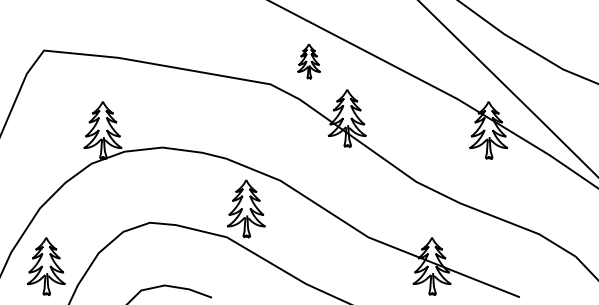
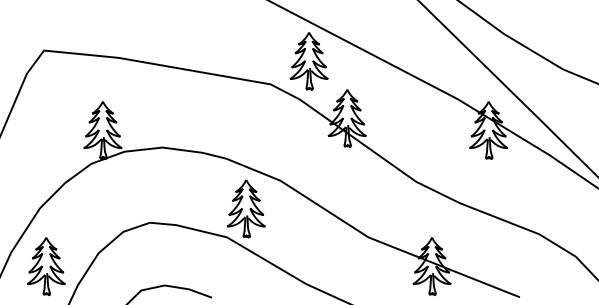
part at (308, 61) size: 24x37 px -> 40x59 px
